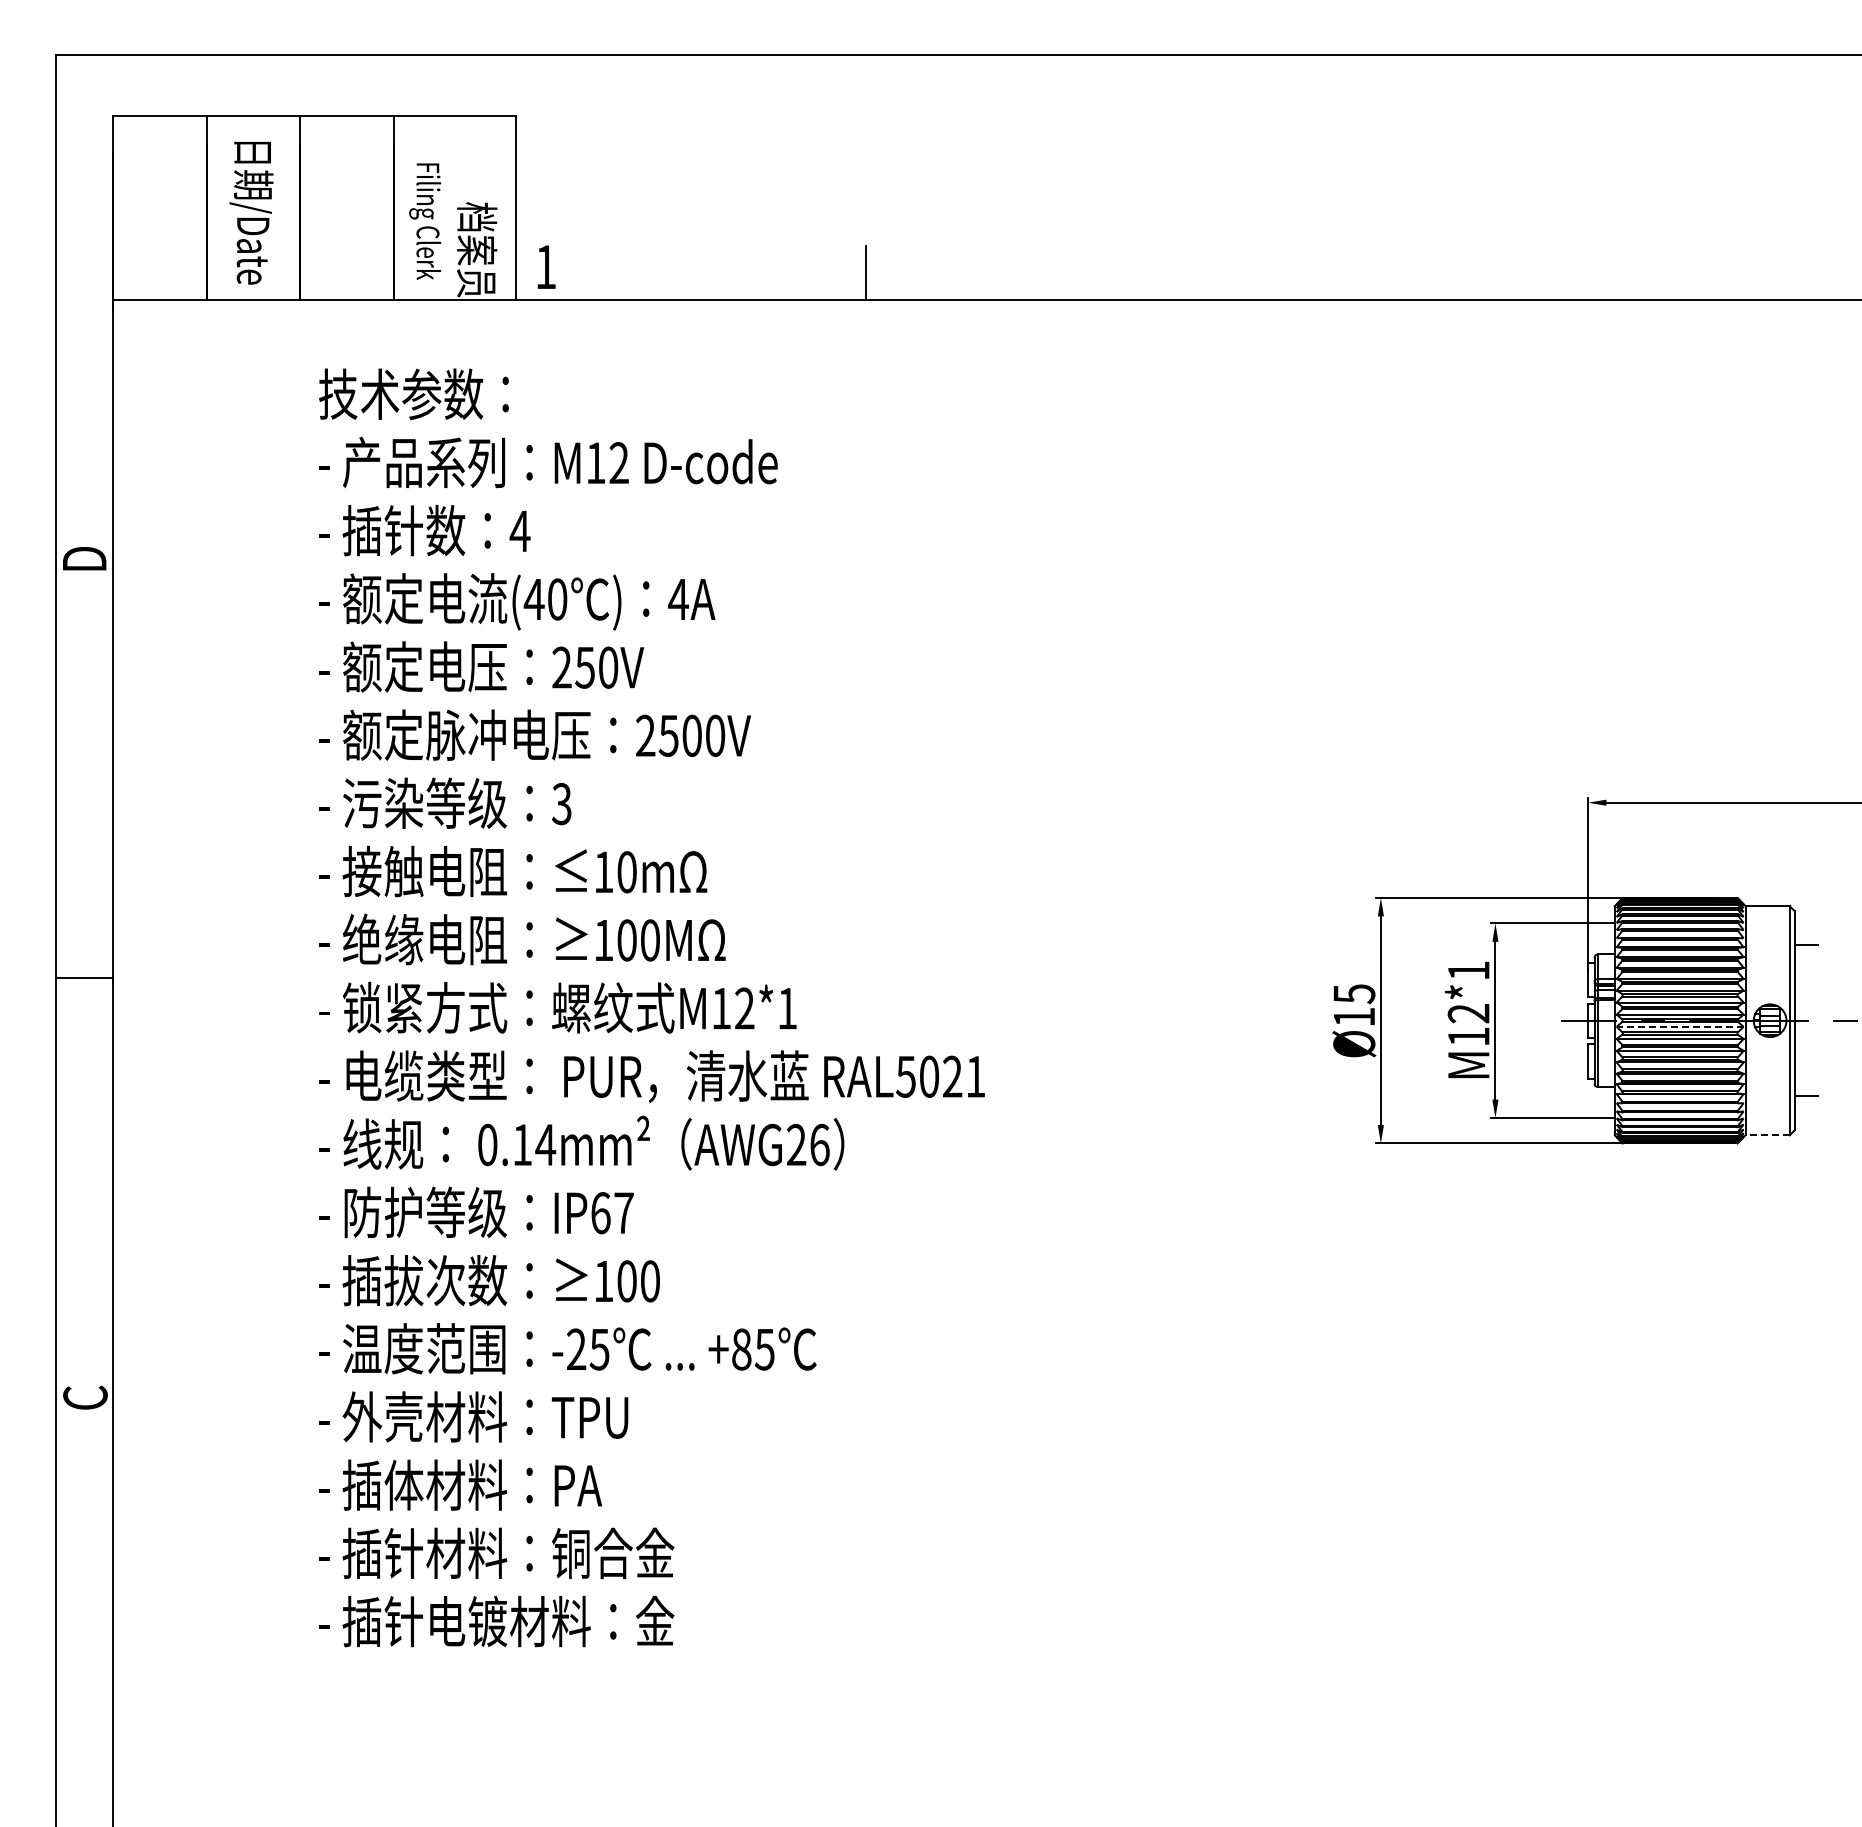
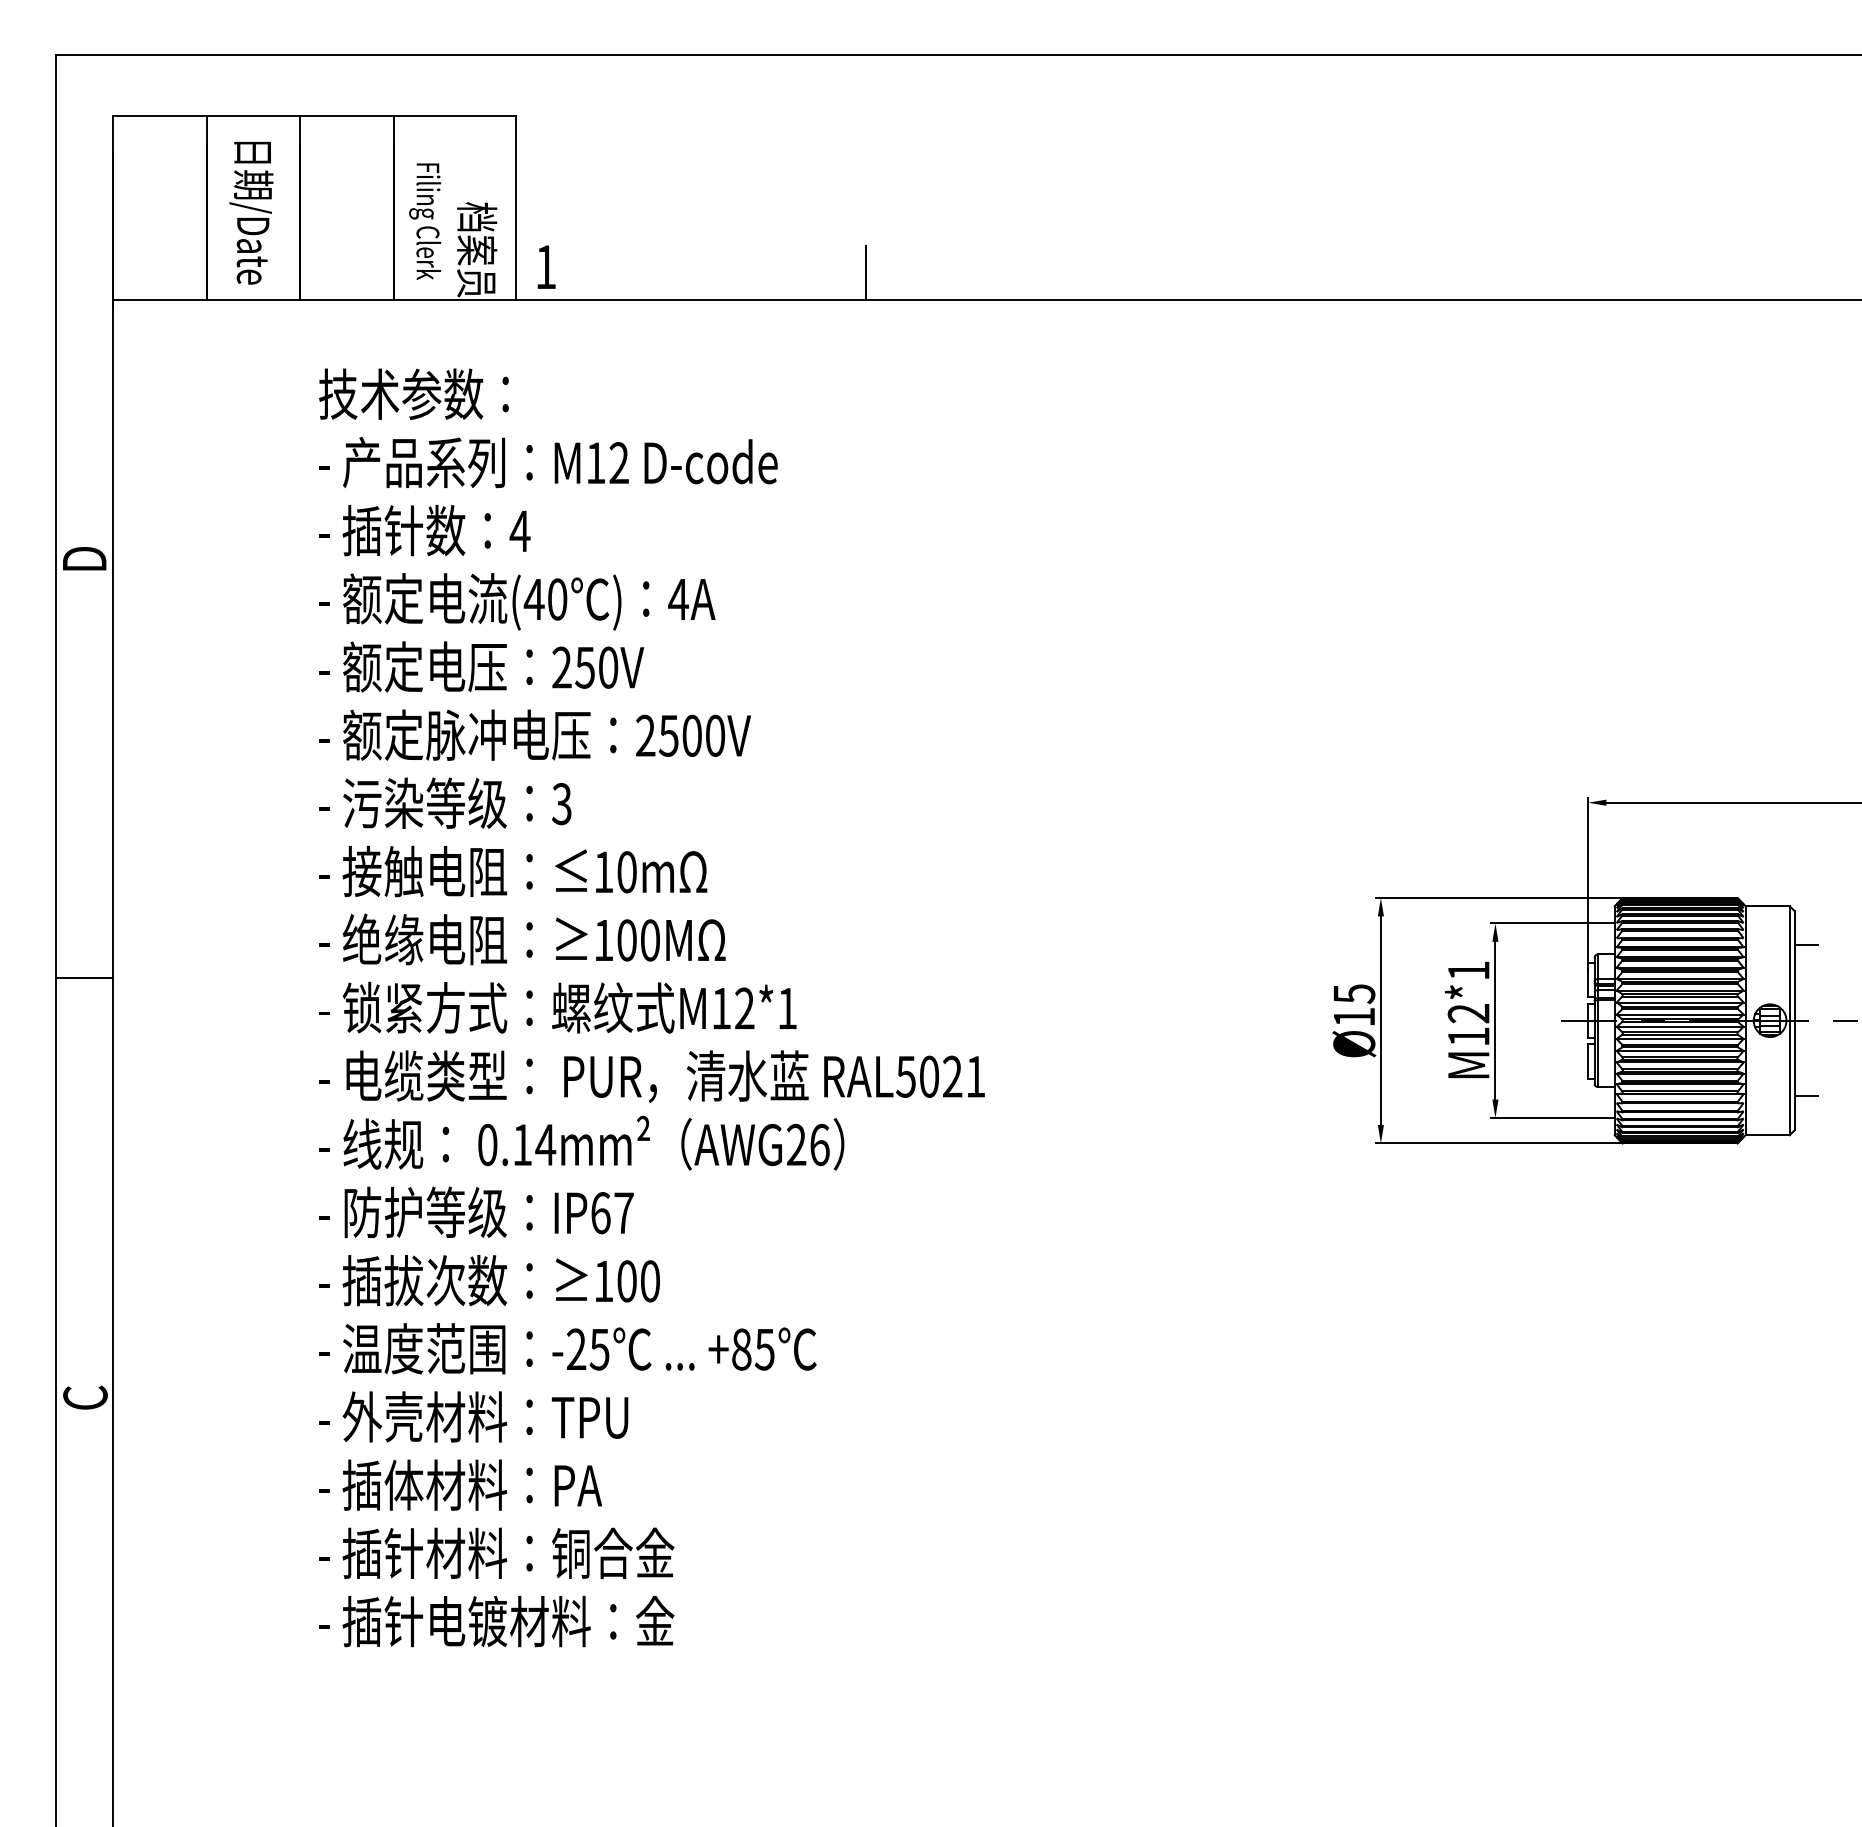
line at (1679, 1026): dashed -> solid
line at (1767, 1135): dashed -> solid
